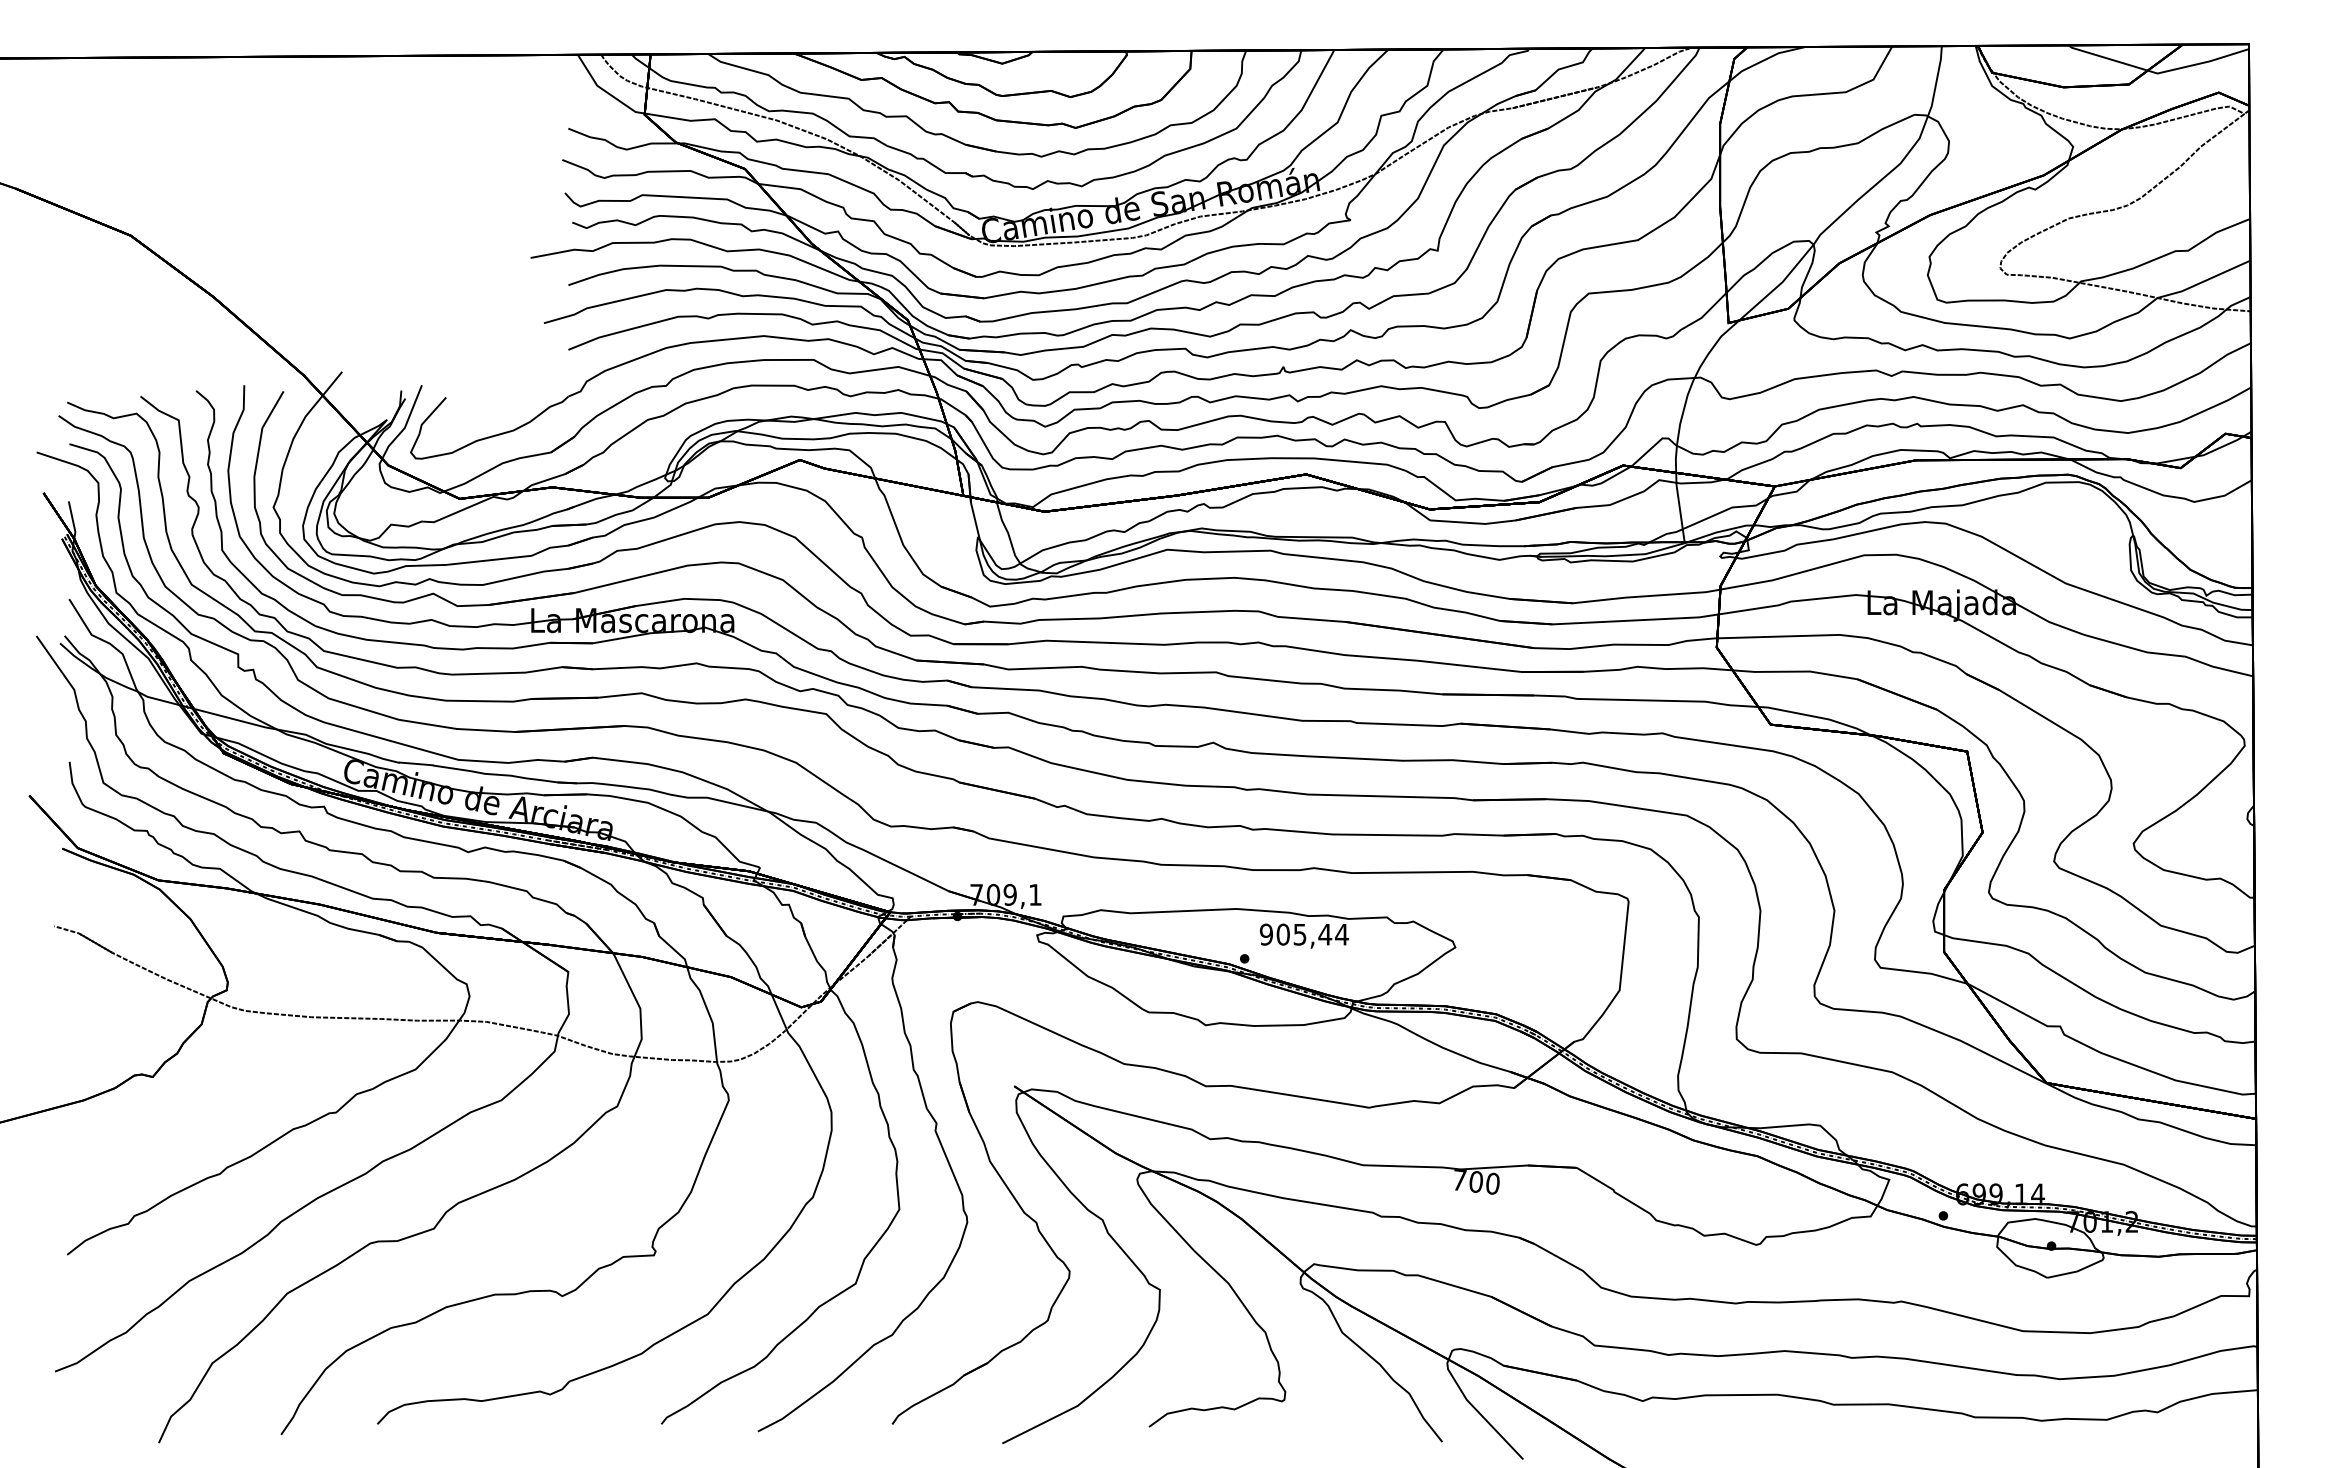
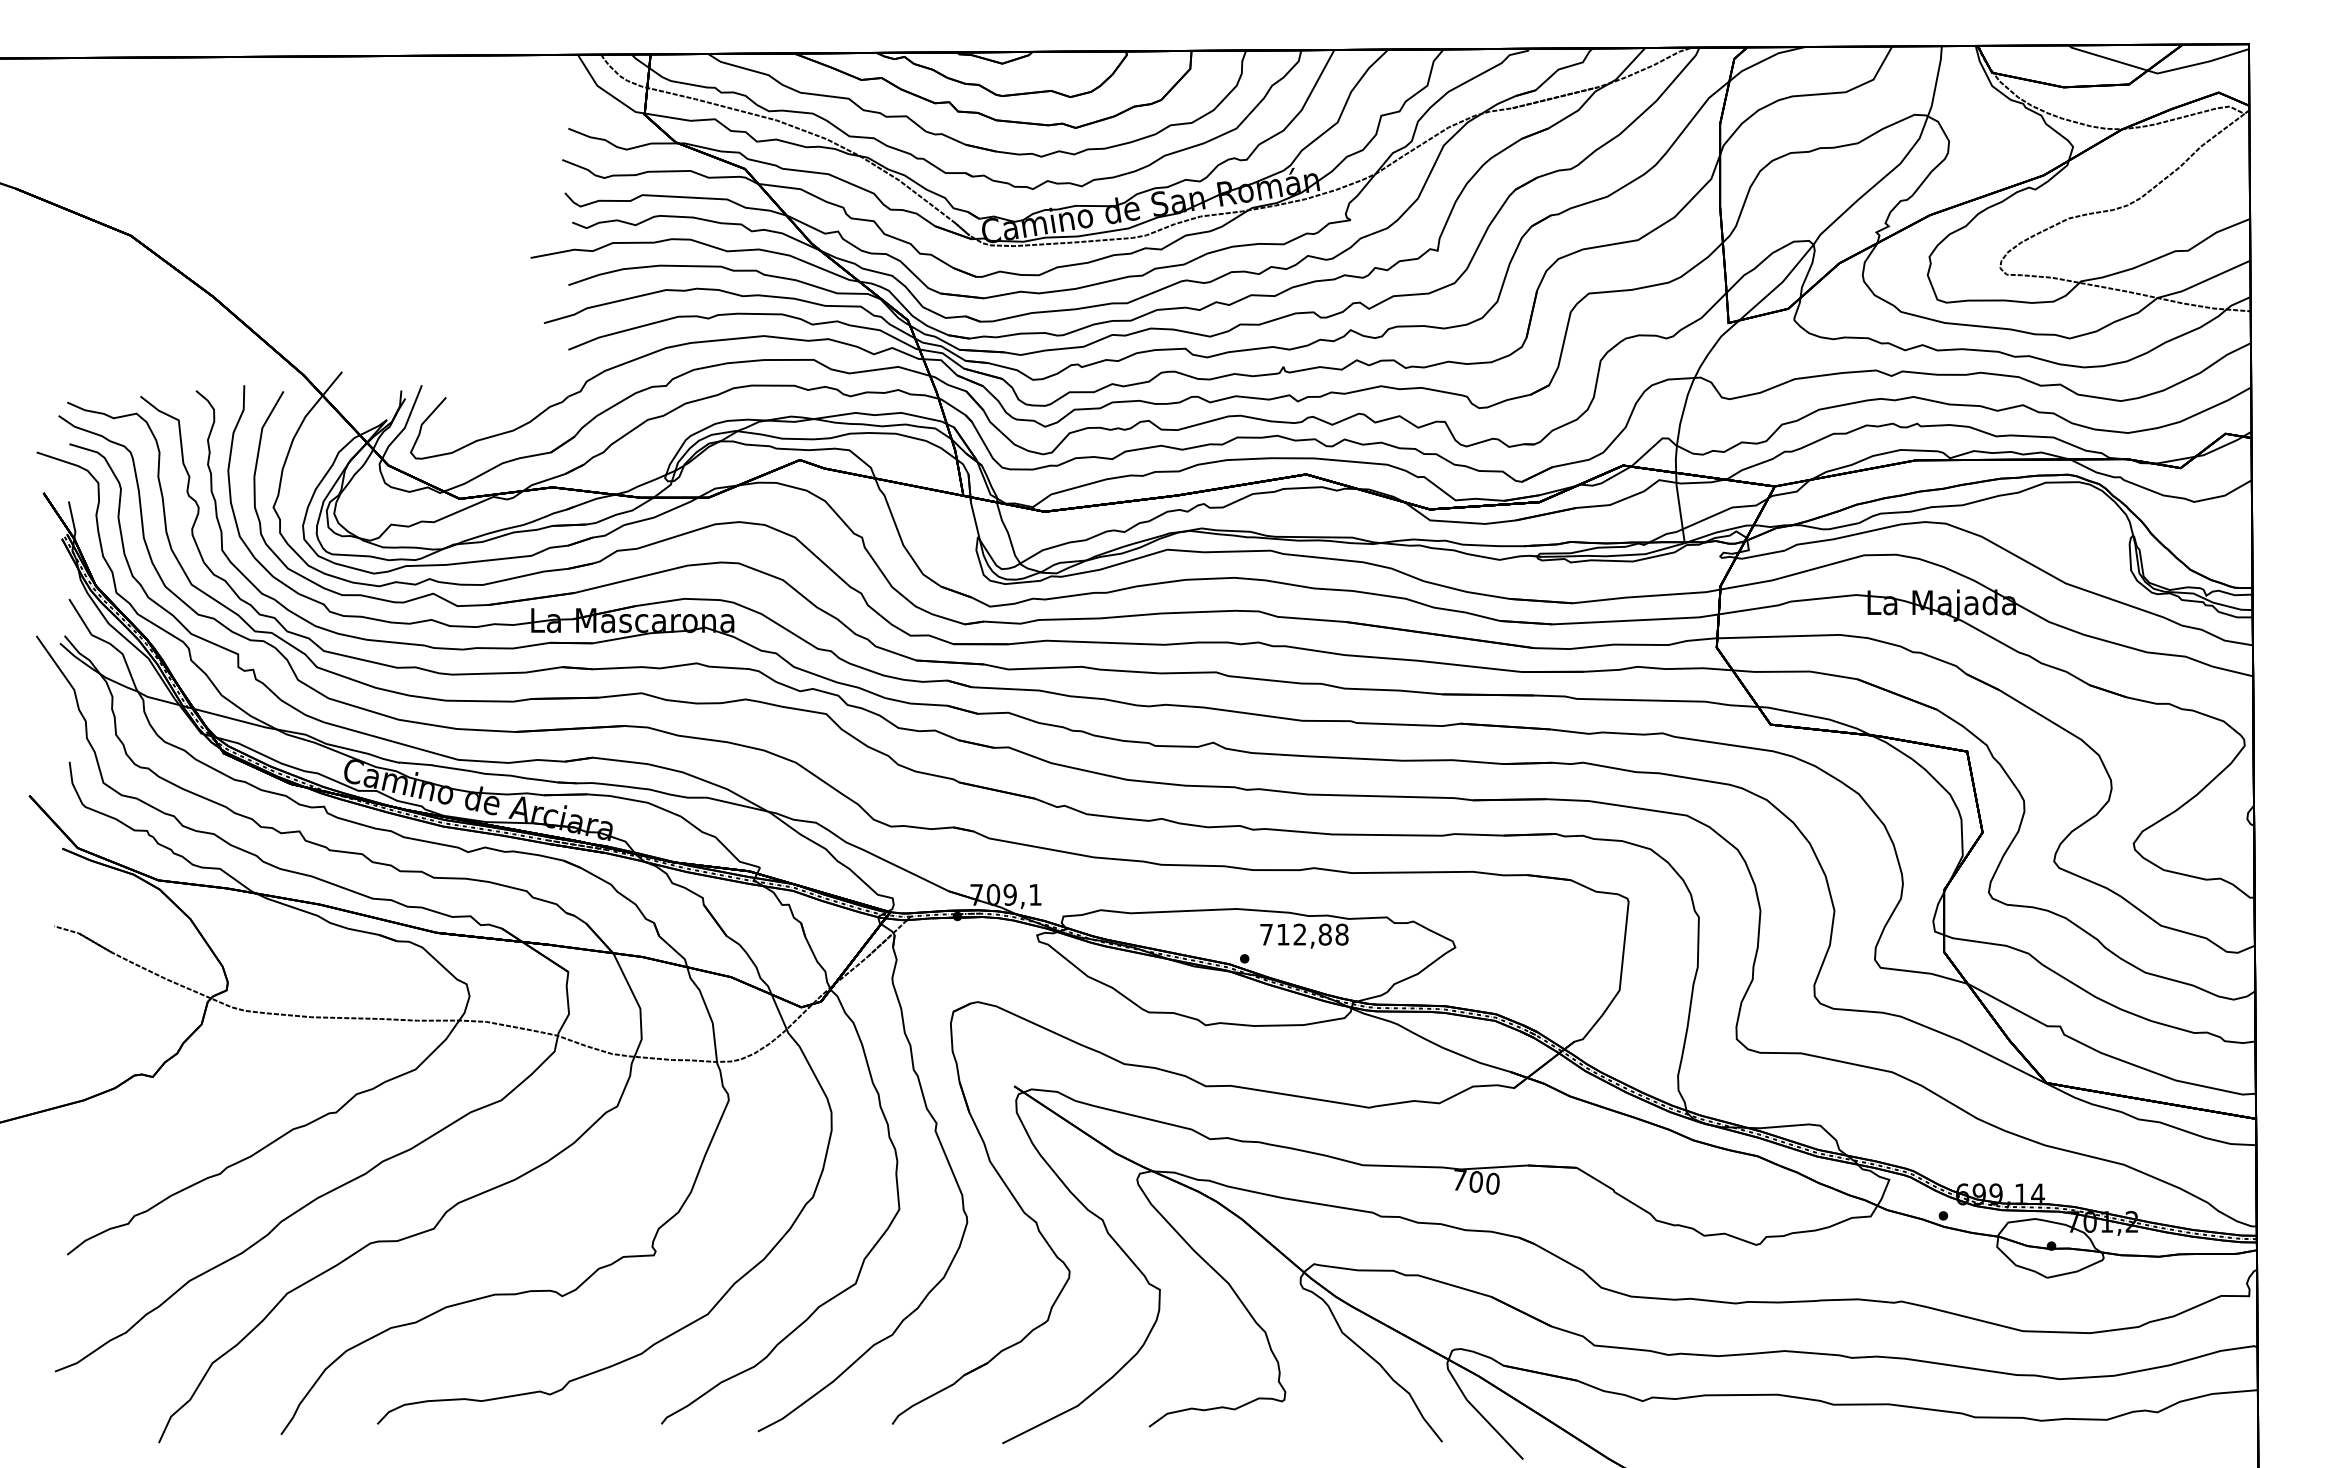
text at (1303, 934): 905,44 -> 712,88
